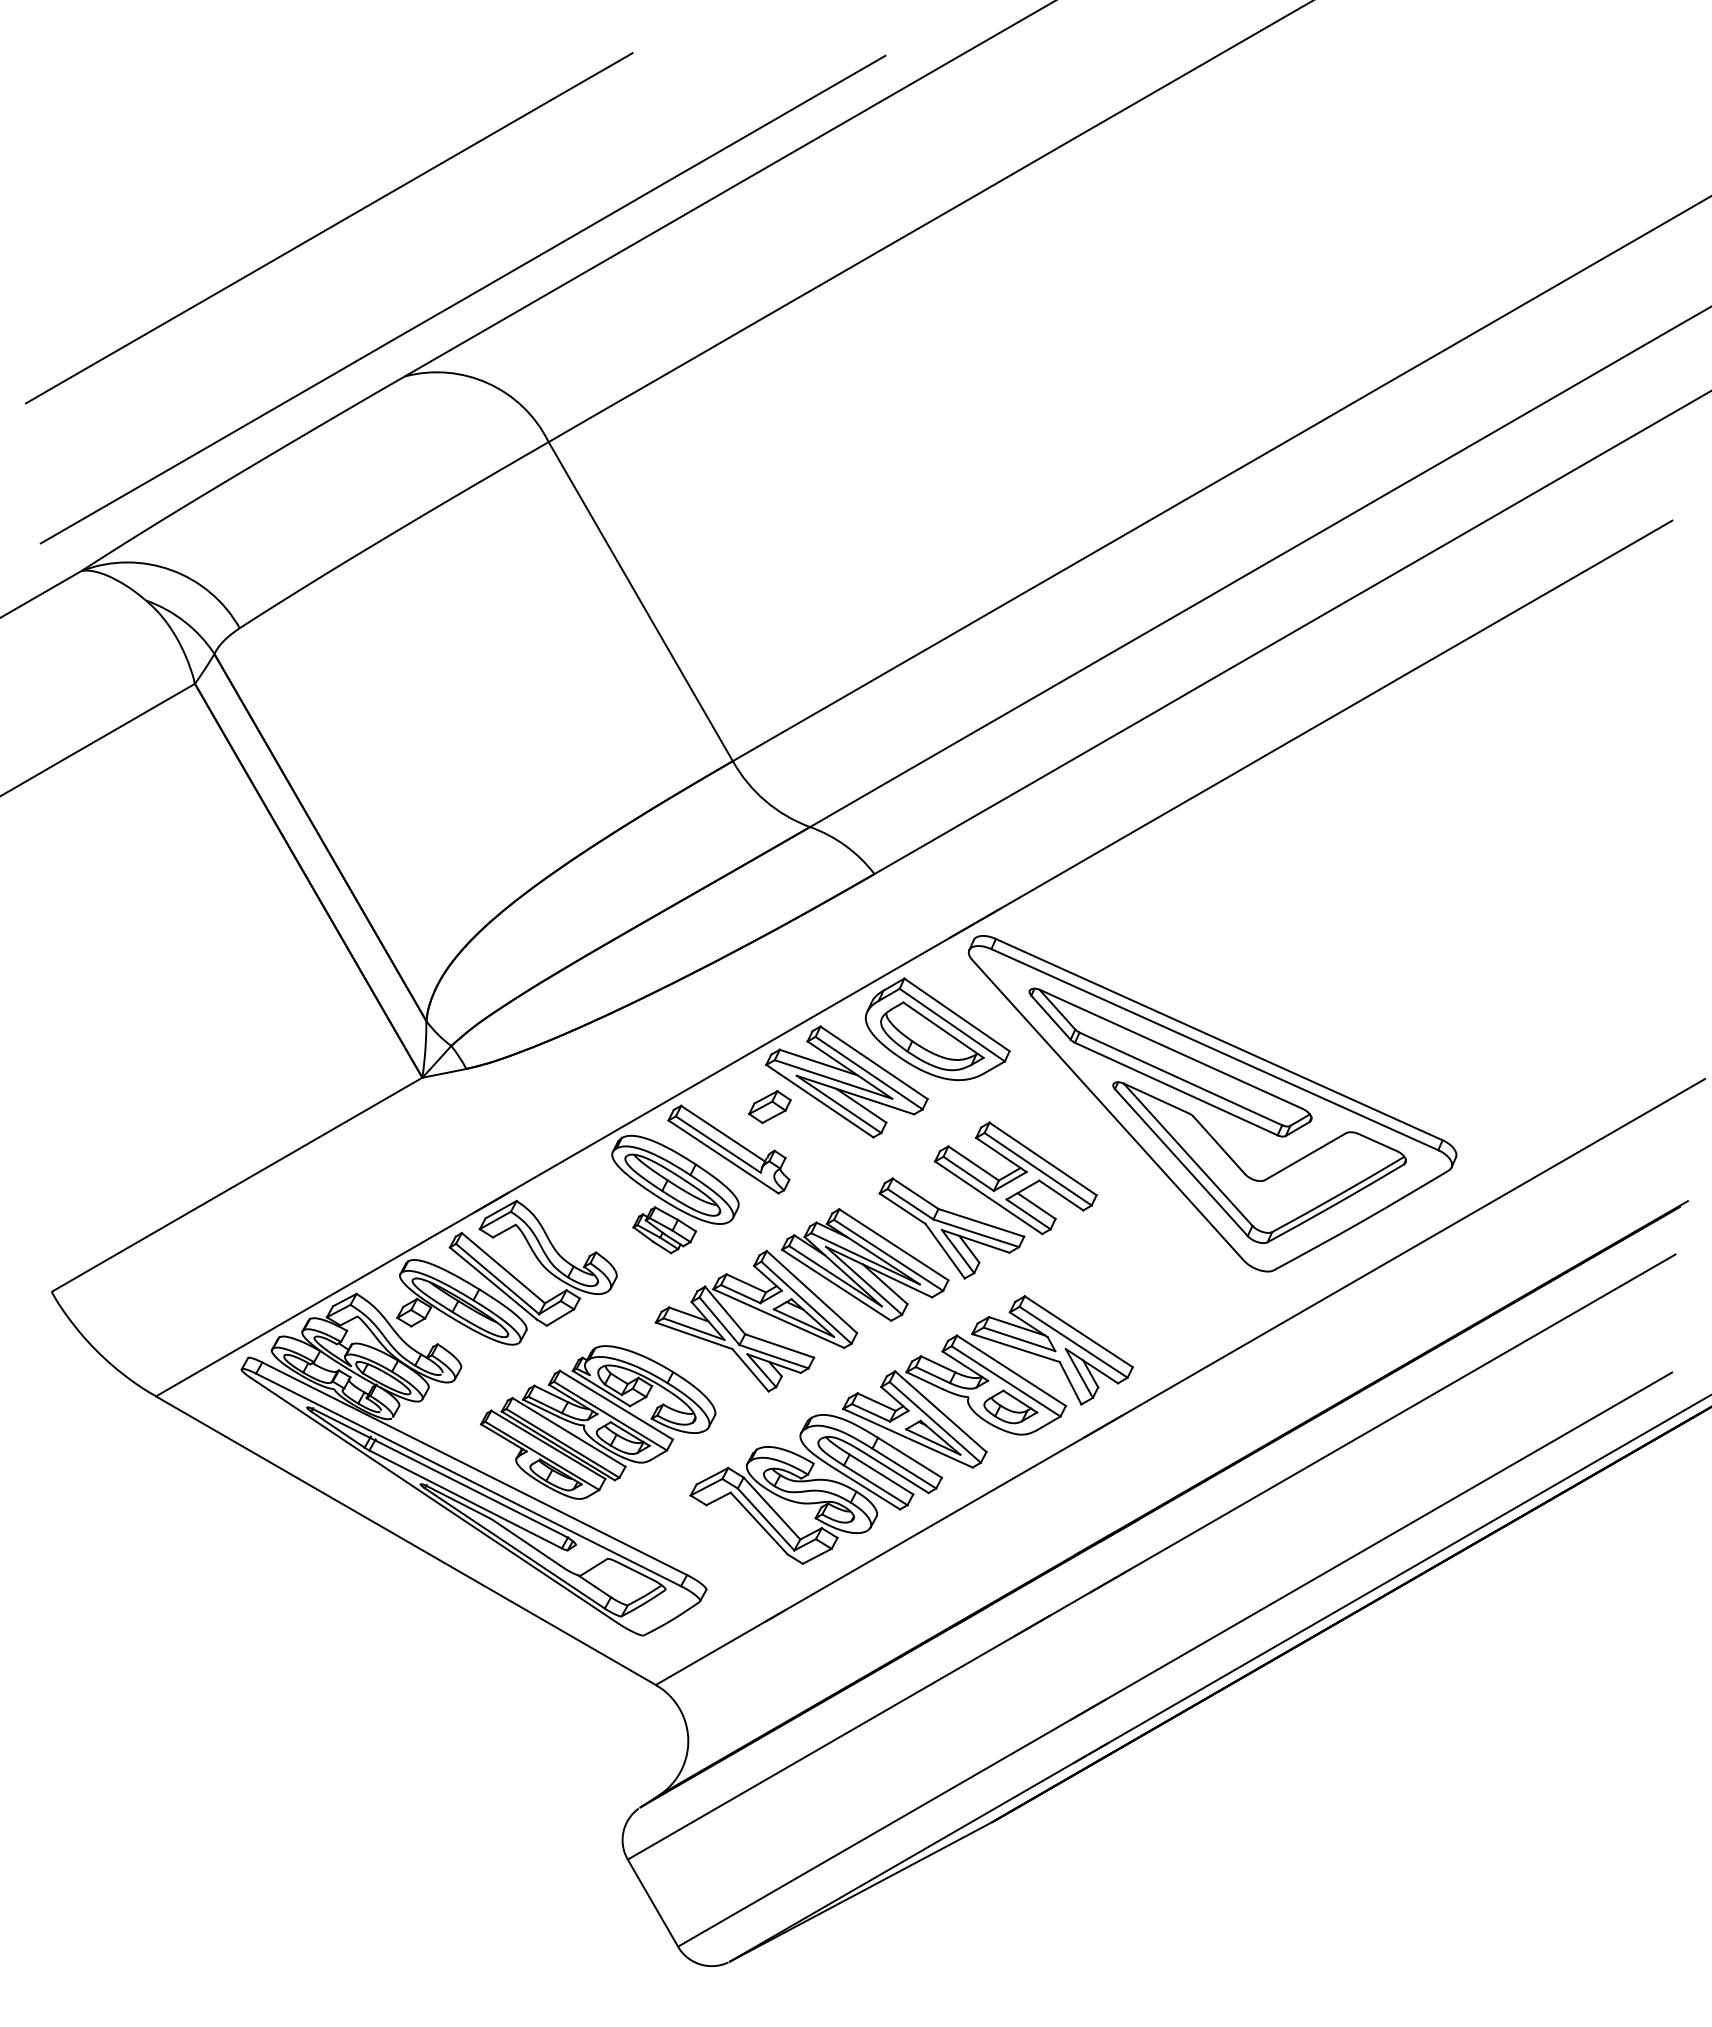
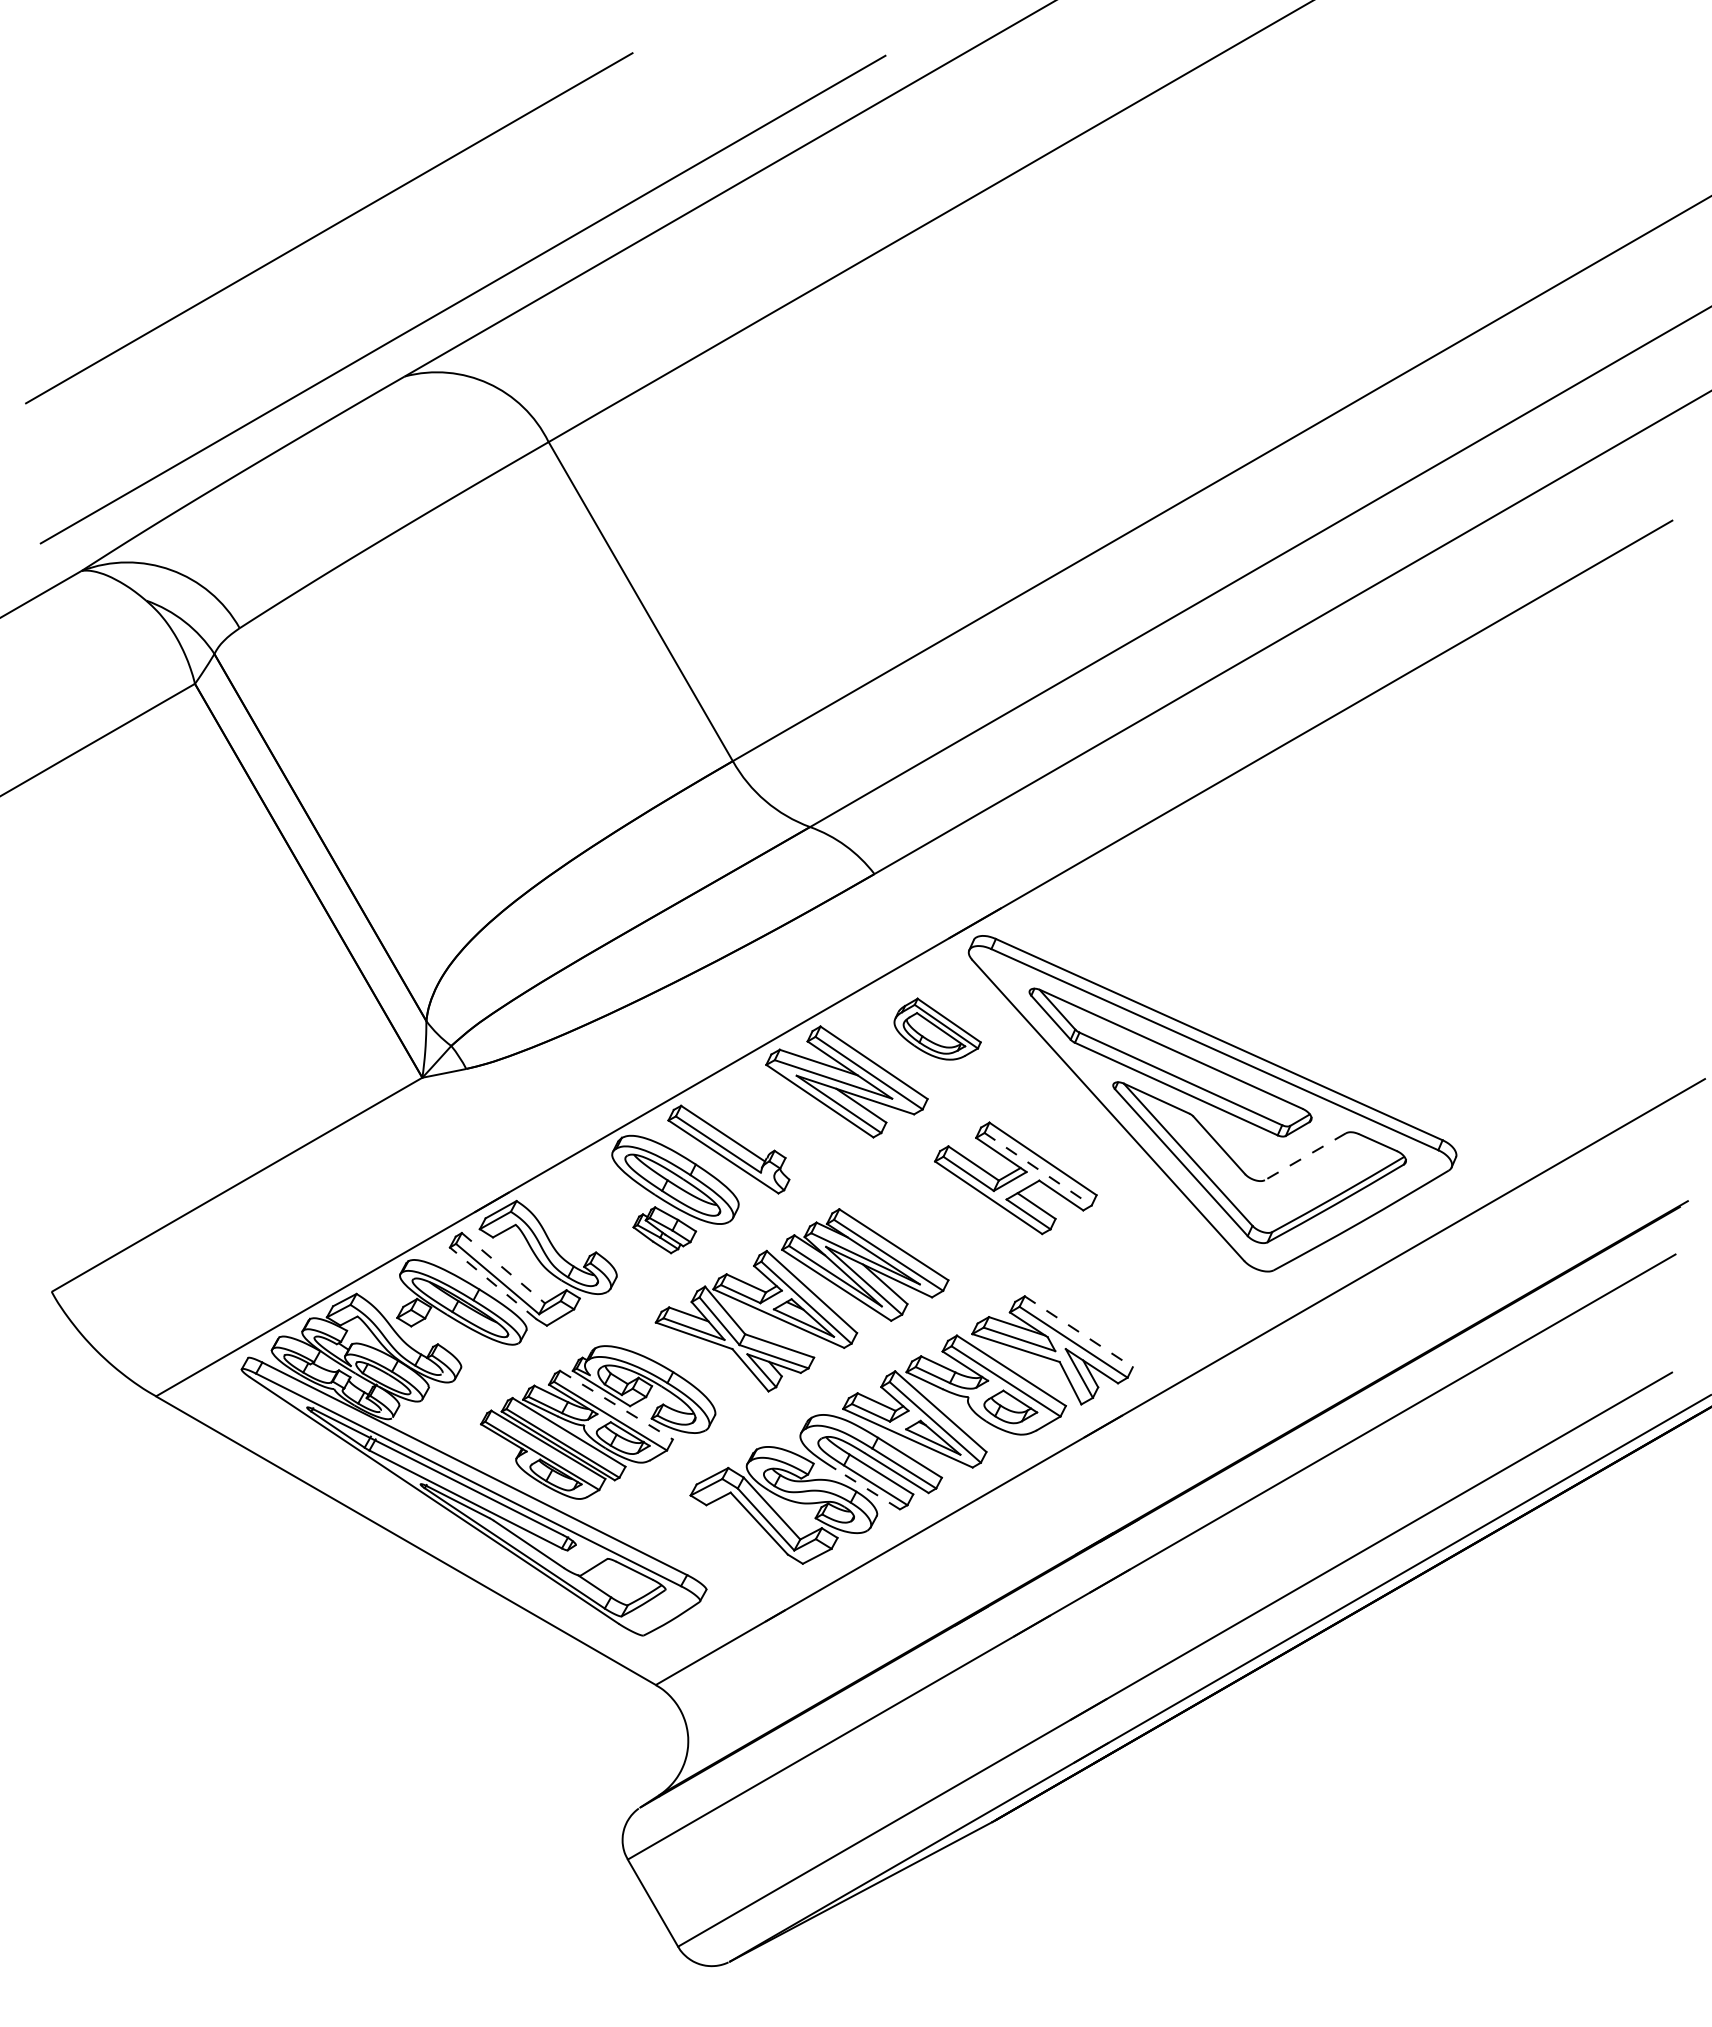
part at (937, 1028) size: 147x104 px -> 89x64 px
part at (769, 1107): present -> none
line at (1305, 1156): solid -> dashed
line at (1038, 1169): solid -> dashed
part at (951, 1228): present -> none
line at (503, 1268): solid -> dashed
line at (492, 1283): solid -> dashed
line at (1078, 1331): solid -> dashed
line at (616, 1405): solid -> dashed
line at (868, 1489): solid -> dashed
